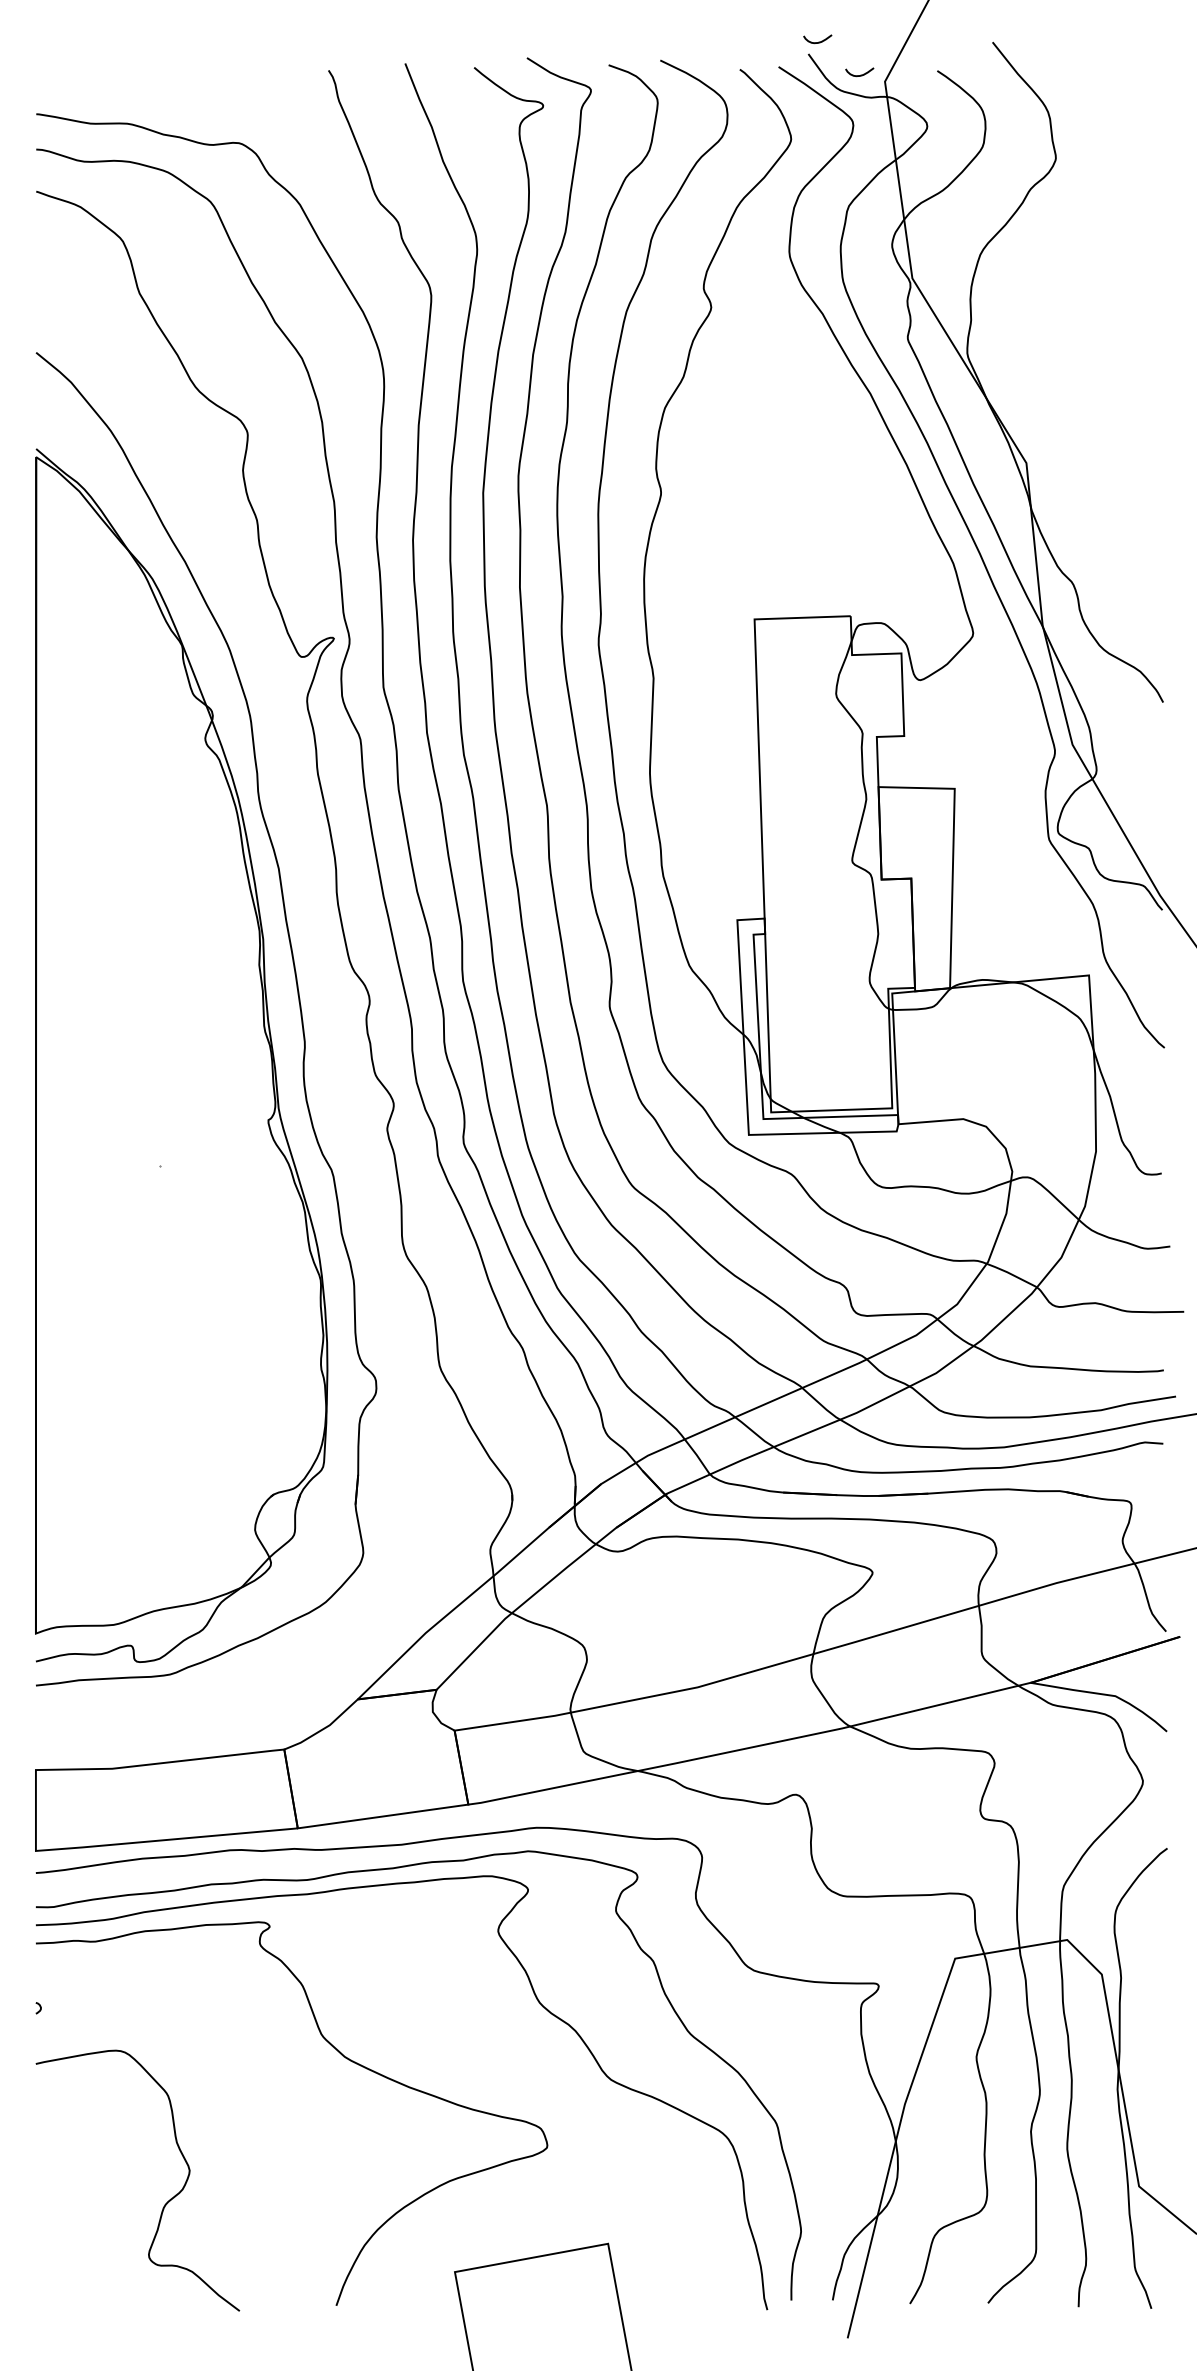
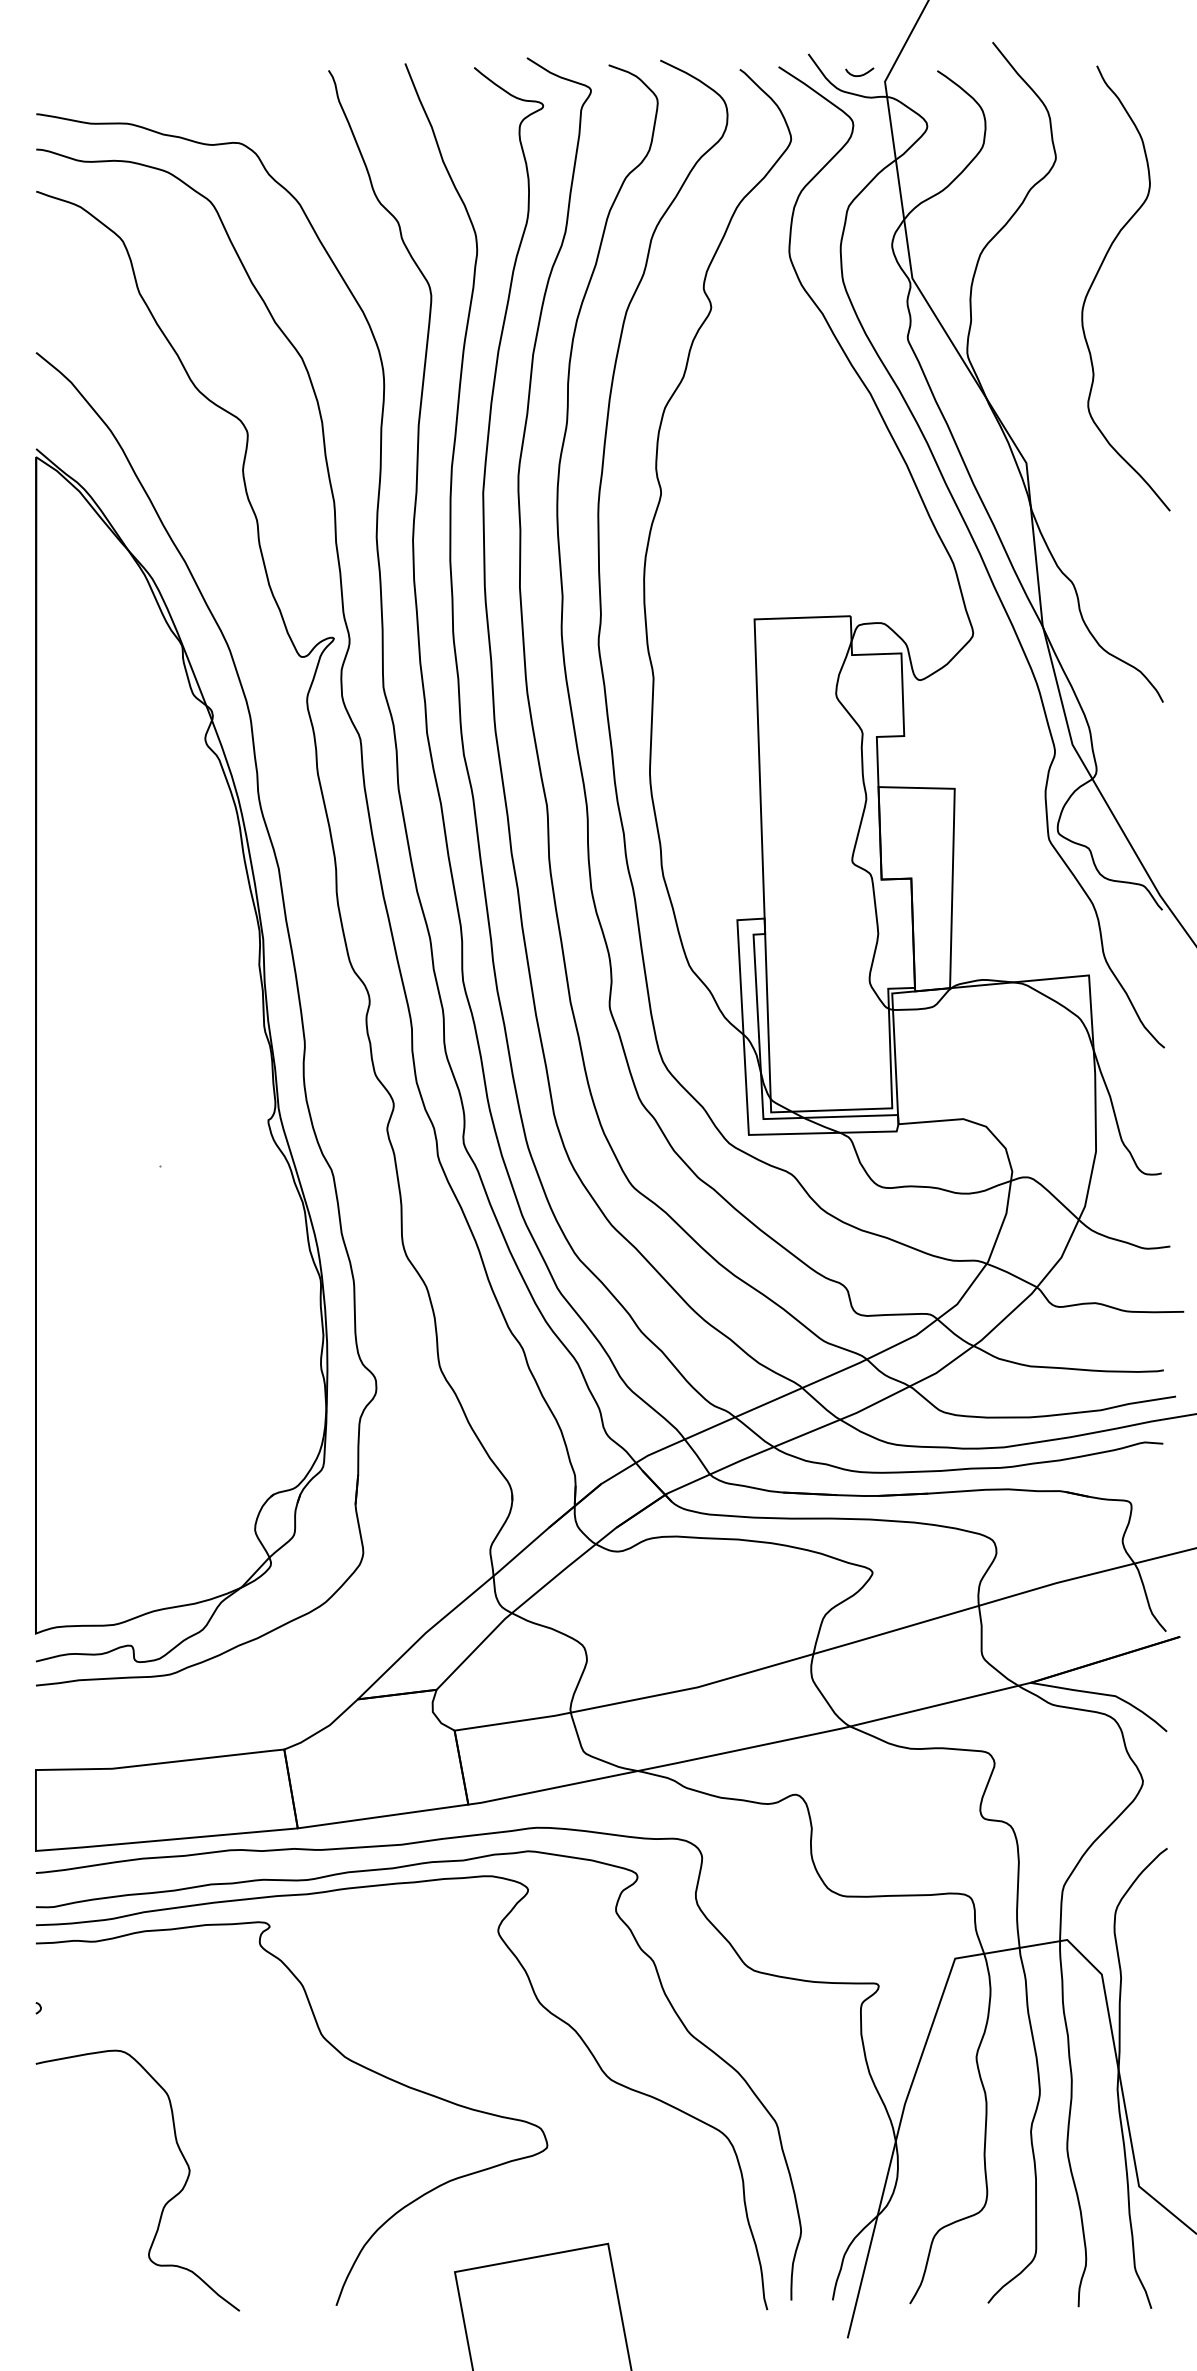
curve at (818, 41): present -> none
curve at (1097, 275): none -> present
